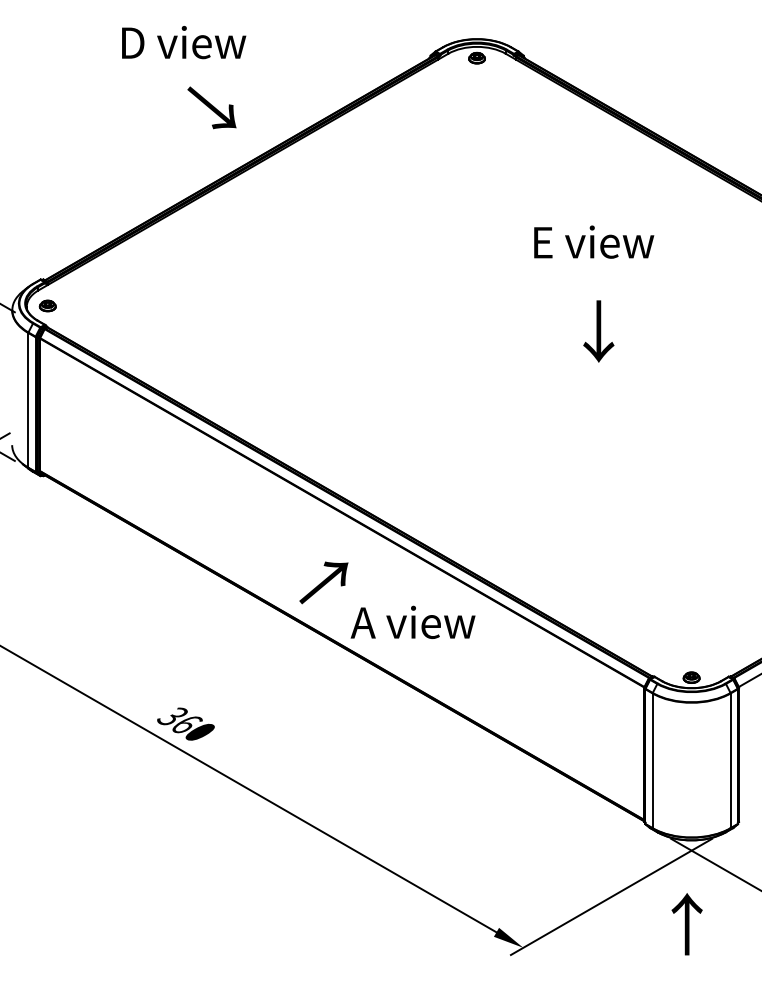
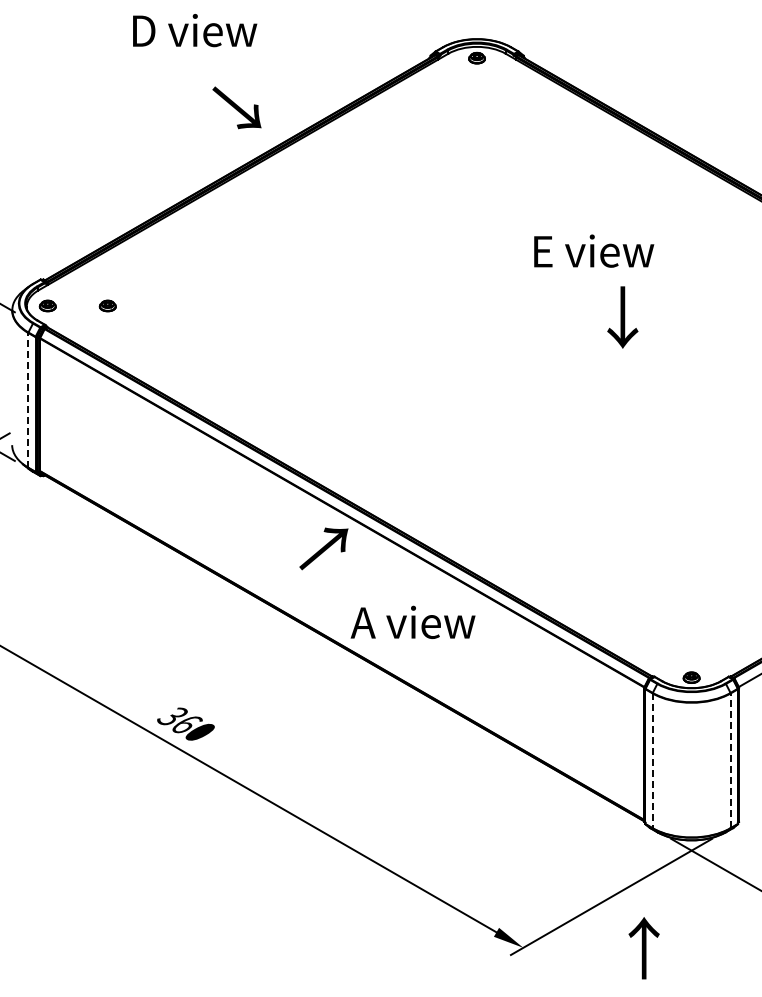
text at (184, 42) position: (184, 42) -> (195, 30)
text at (211, 107) position: (211, 107) -> (236, 107)
text at (594, 241) position: (594, 241) -> (594, 250)
part at (107, 305): none -> present
text at (598, 331) position: (598, 331) -> (622, 317)
line at (28, 399): solid -> dashed
text at (323, 582) position: (323, 582) -> (323, 548)
line at (730, 760): solid -> dashed
line at (652, 761): solid -> dashed
text at (686, 924) position: (686, 924) -> (643, 948)
